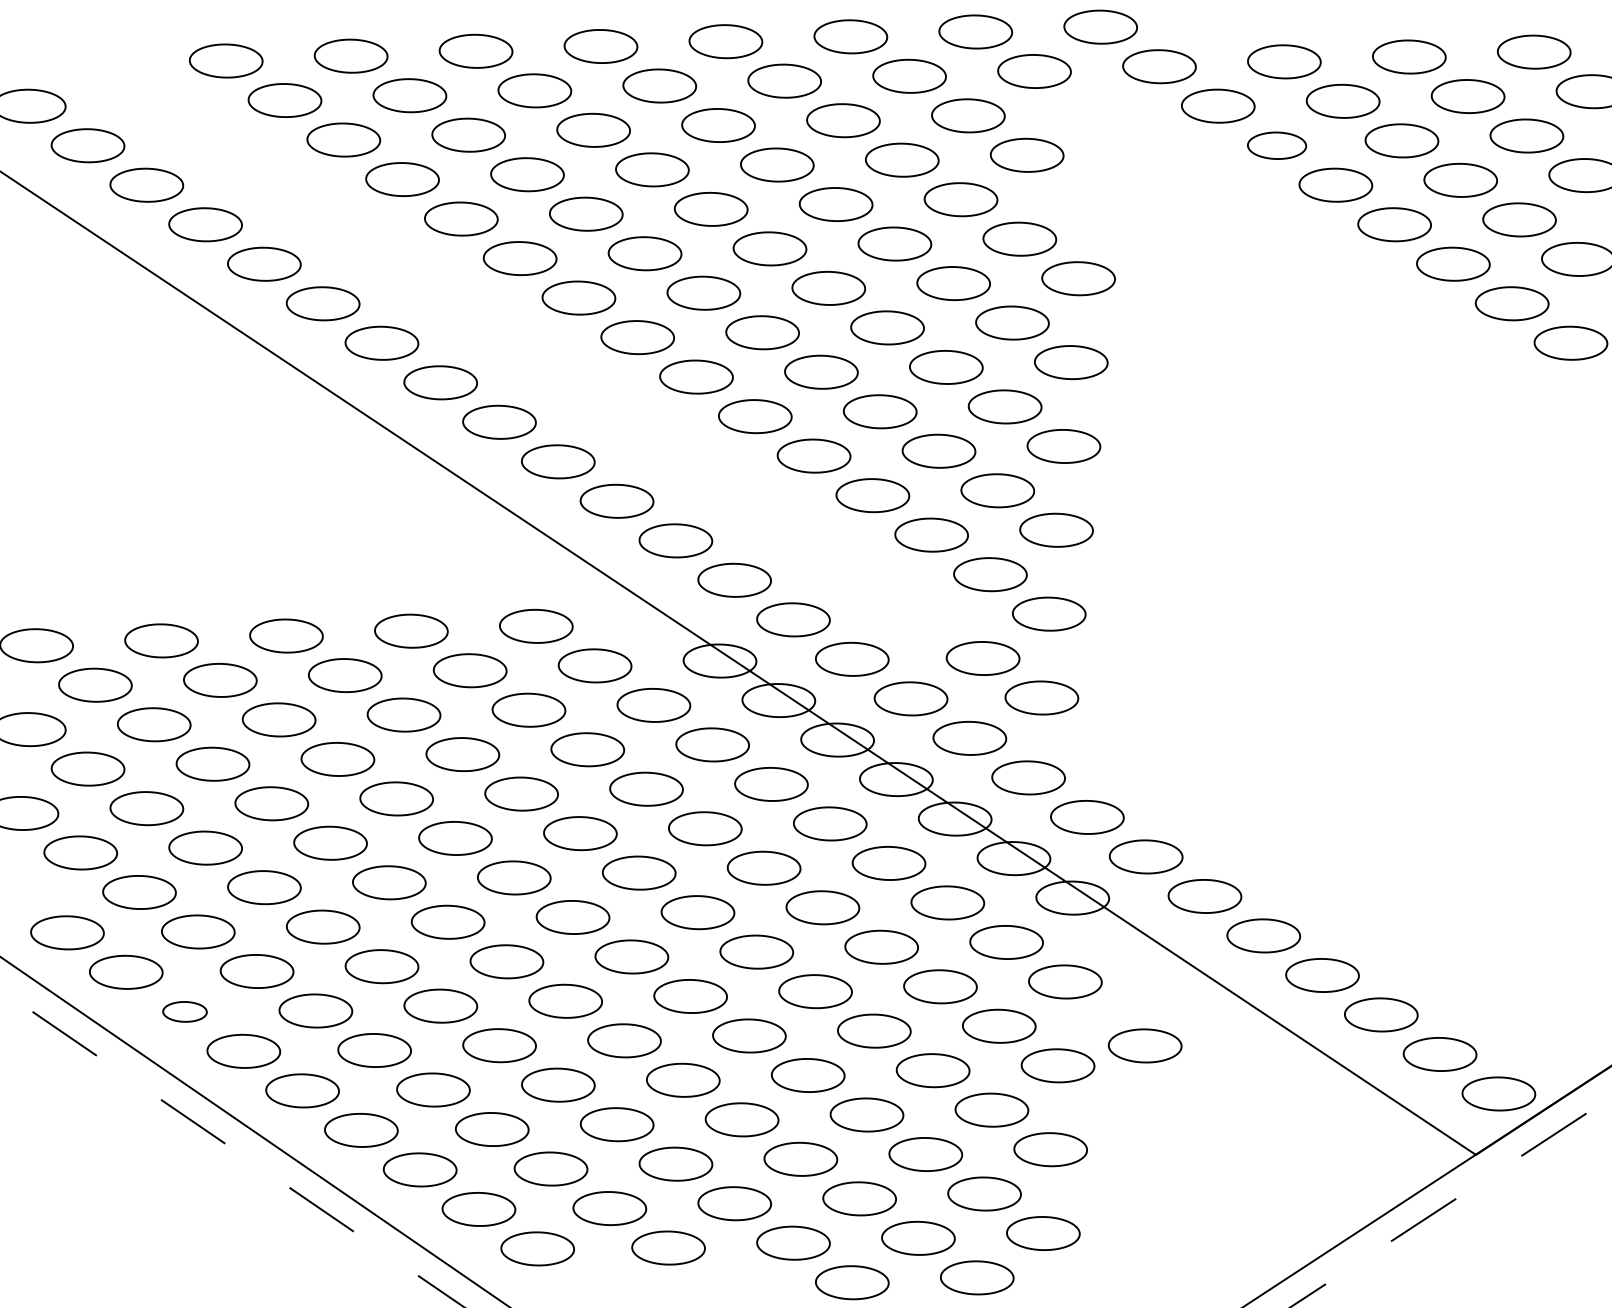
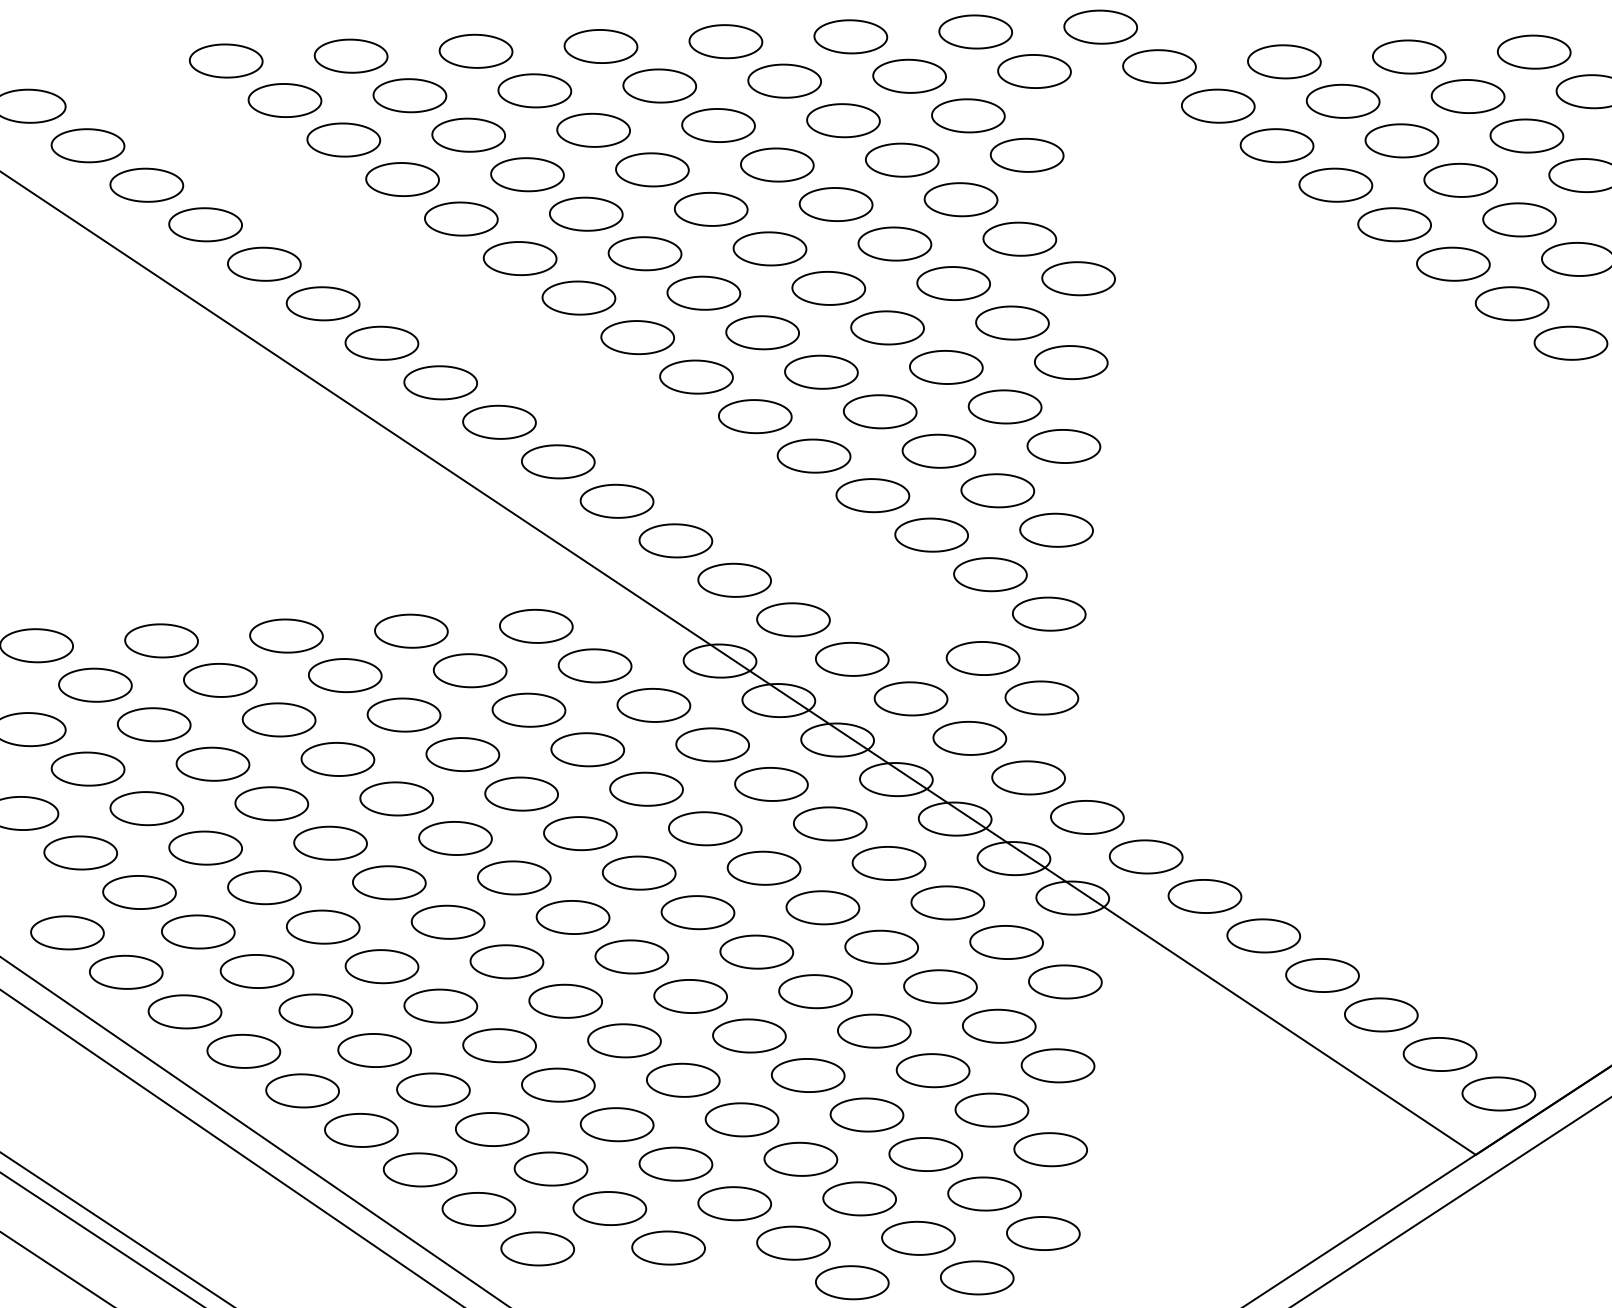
part at (1277, 145) size: 61x29 px -> 76x36 px
part at (184, 1011) size: 46x22 px -> 76x36 px
part at (1144, 1045): present -> none
line at (232, 1148): dashed -> solid
line at (1451, 1201): dashed -> solid
line at (116, 1228): none -> present
line at (101, 1238): none -> present
line at (56, 1268): none -> present
